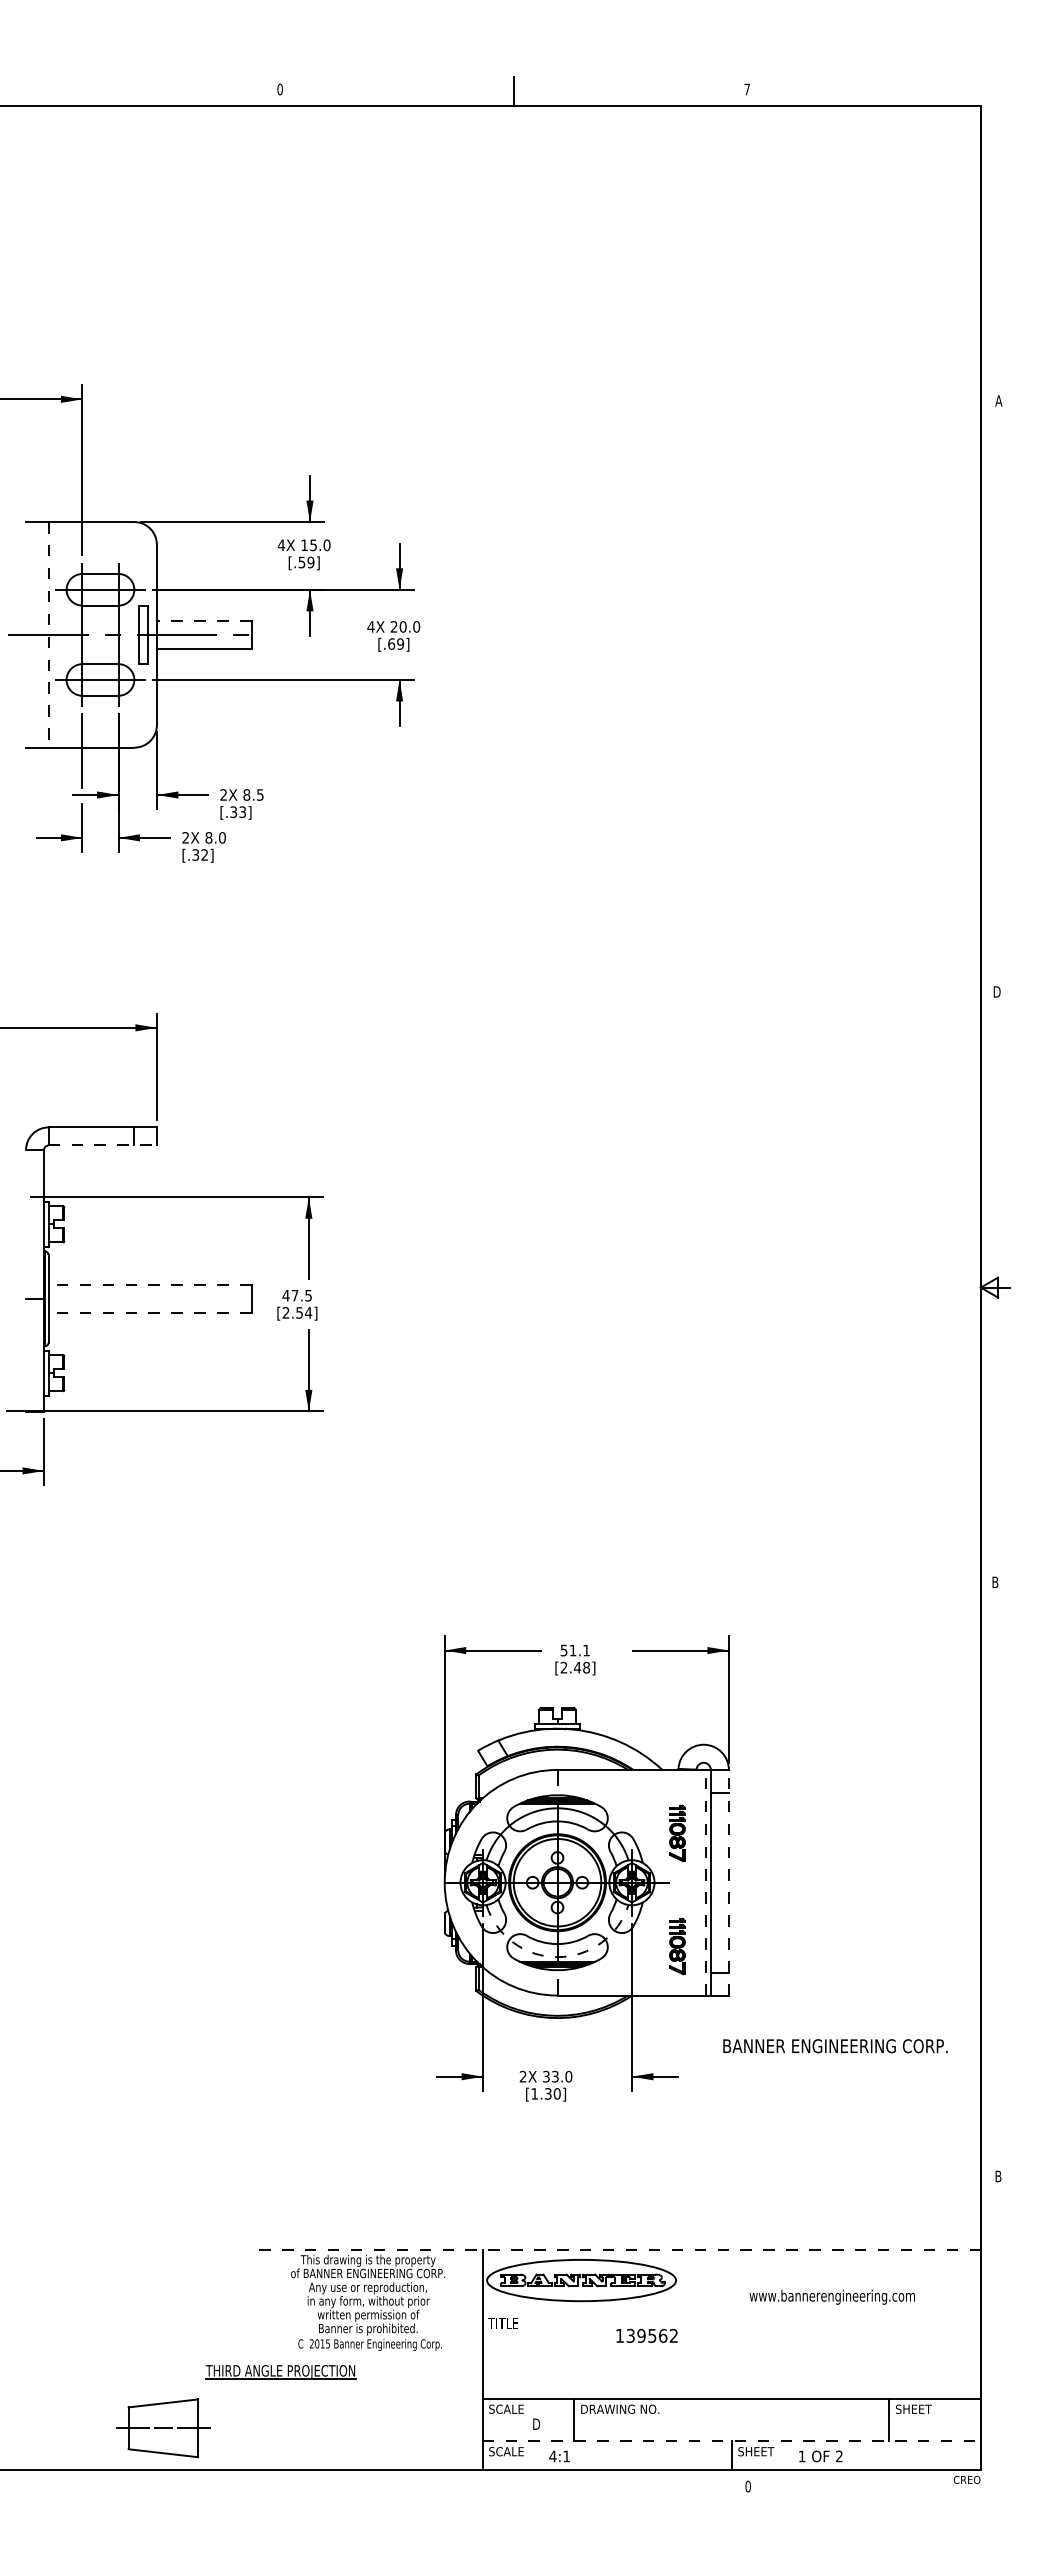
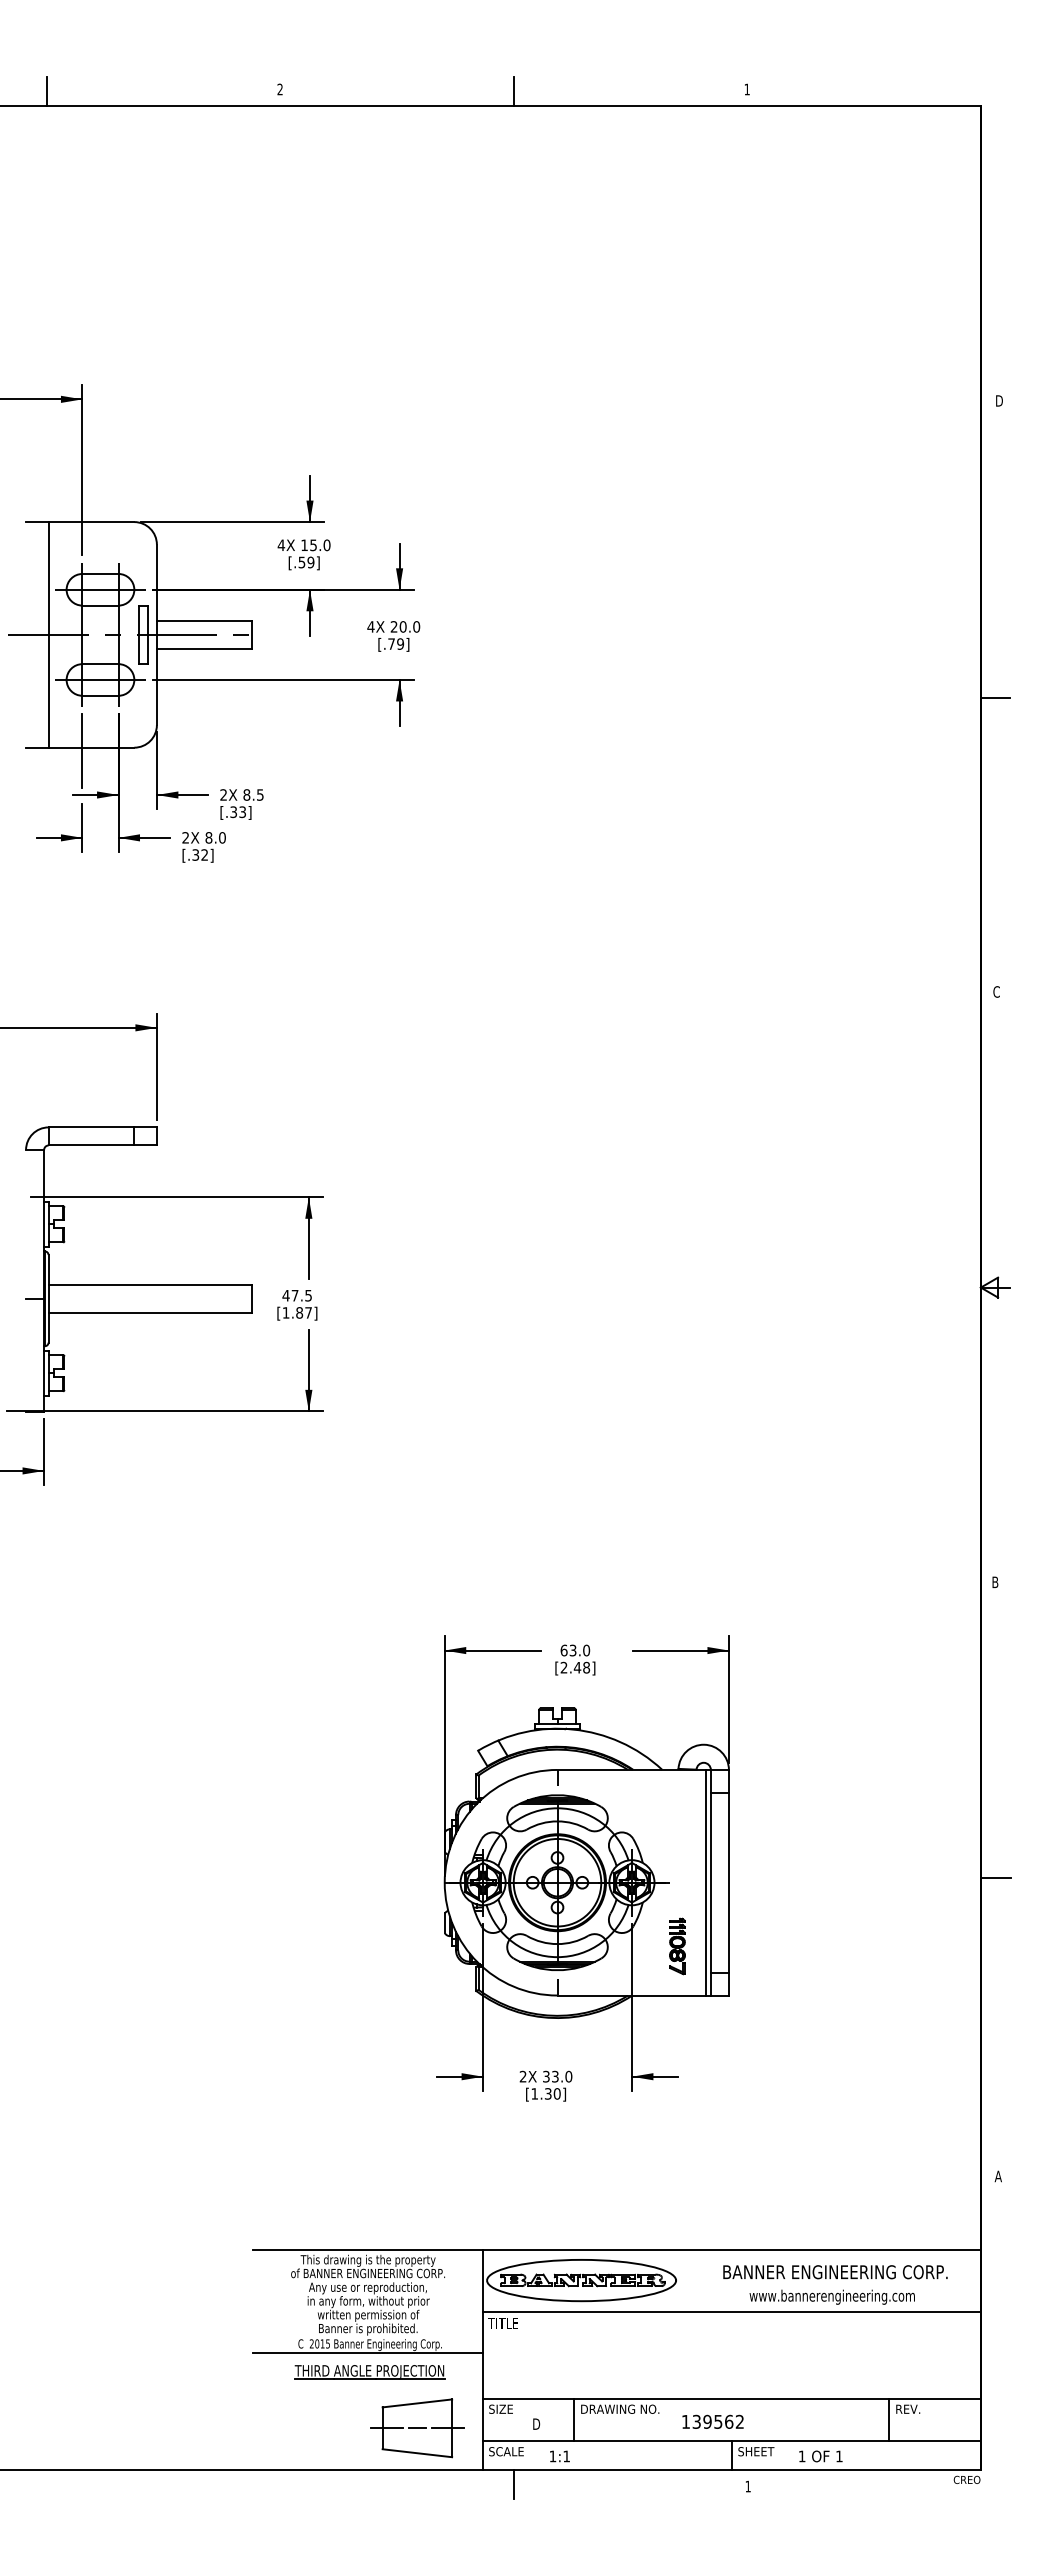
text at (279, 89): 0 -> 2
text at (746, 89): 7 -> 1
line at (46, 91): none -> present
text at (998, 400): A -> D
line at (203, 621): dashed -> solid
line at (48, 634): dashed -> solid
text at (391, 643): [.69] -> [.79]
line at (995, 697): none -> present
text at (996, 991): D -> C
line at (103, 1145): dashed -> solid
line at (149, 1285): dashed -> solid
line at (149, 1312): dashed -> solid
text at (297, 1312): [2.54] -> [1.87]
text at (575, 1650): 51.1 -> 63.0
part at (677, 1833): present -> none
line at (996, 1878): none -> present
line at (706, 1882): dashed -> solid
line at (728, 1882): dashed -> solid
arc at (557, 1957): dashed -> solid
text at (835, 2046) position: (835, 2046) -> (835, 2272)
text at (997, 2176): B -> A
line at (617, 2250): dashed -> solid
line at (731, 2311): none -> present
text at (646, 2335) position: (646, 2335) -> (712, 2421)
line at (367, 2353): none -> present
part at (280, 2372) position: (280, 2372) -> (369, 2372)
text at (509, 2408): SCALE -> SIZE
text at (913, 2408): SHEET -> REV.
part at (163, 2428) position: (163, 2428) -> (417, 2428)
line at (732, 2441): dashed -> solid
text at (552, 2456): 4:1 -> 1:1
text at (839, 2456): 2 -> 1
line at (513, 2484): none -> present
text at (747, 2486): 0 -> 1
